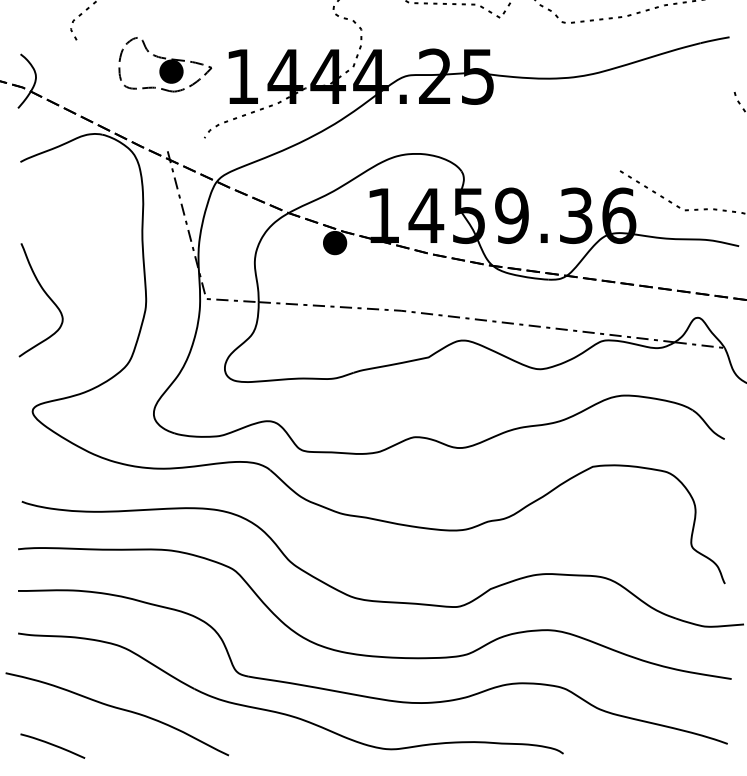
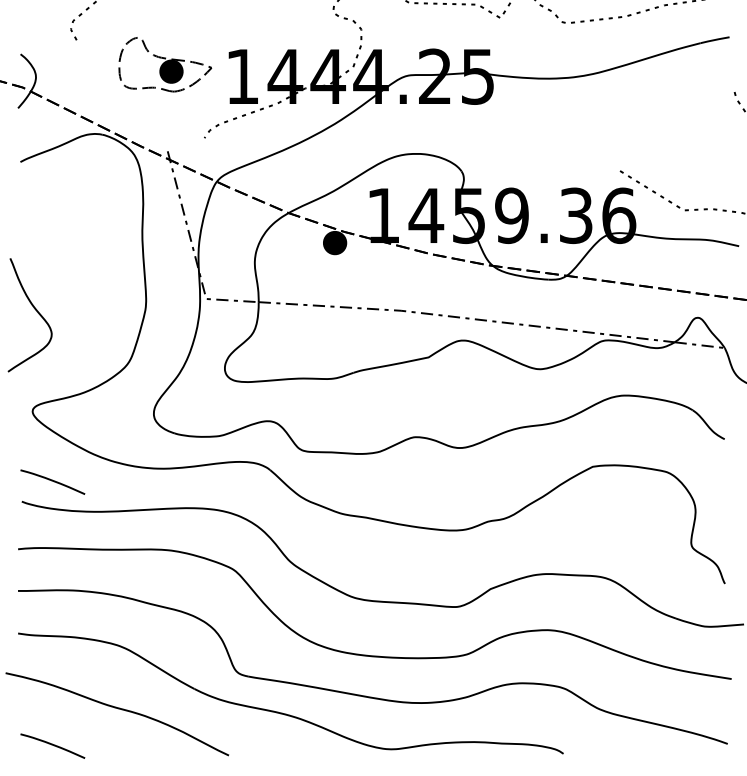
curve at (45, 294) position: (45, 294) -> (34, 309)
curve at (52, 481): none -> present
